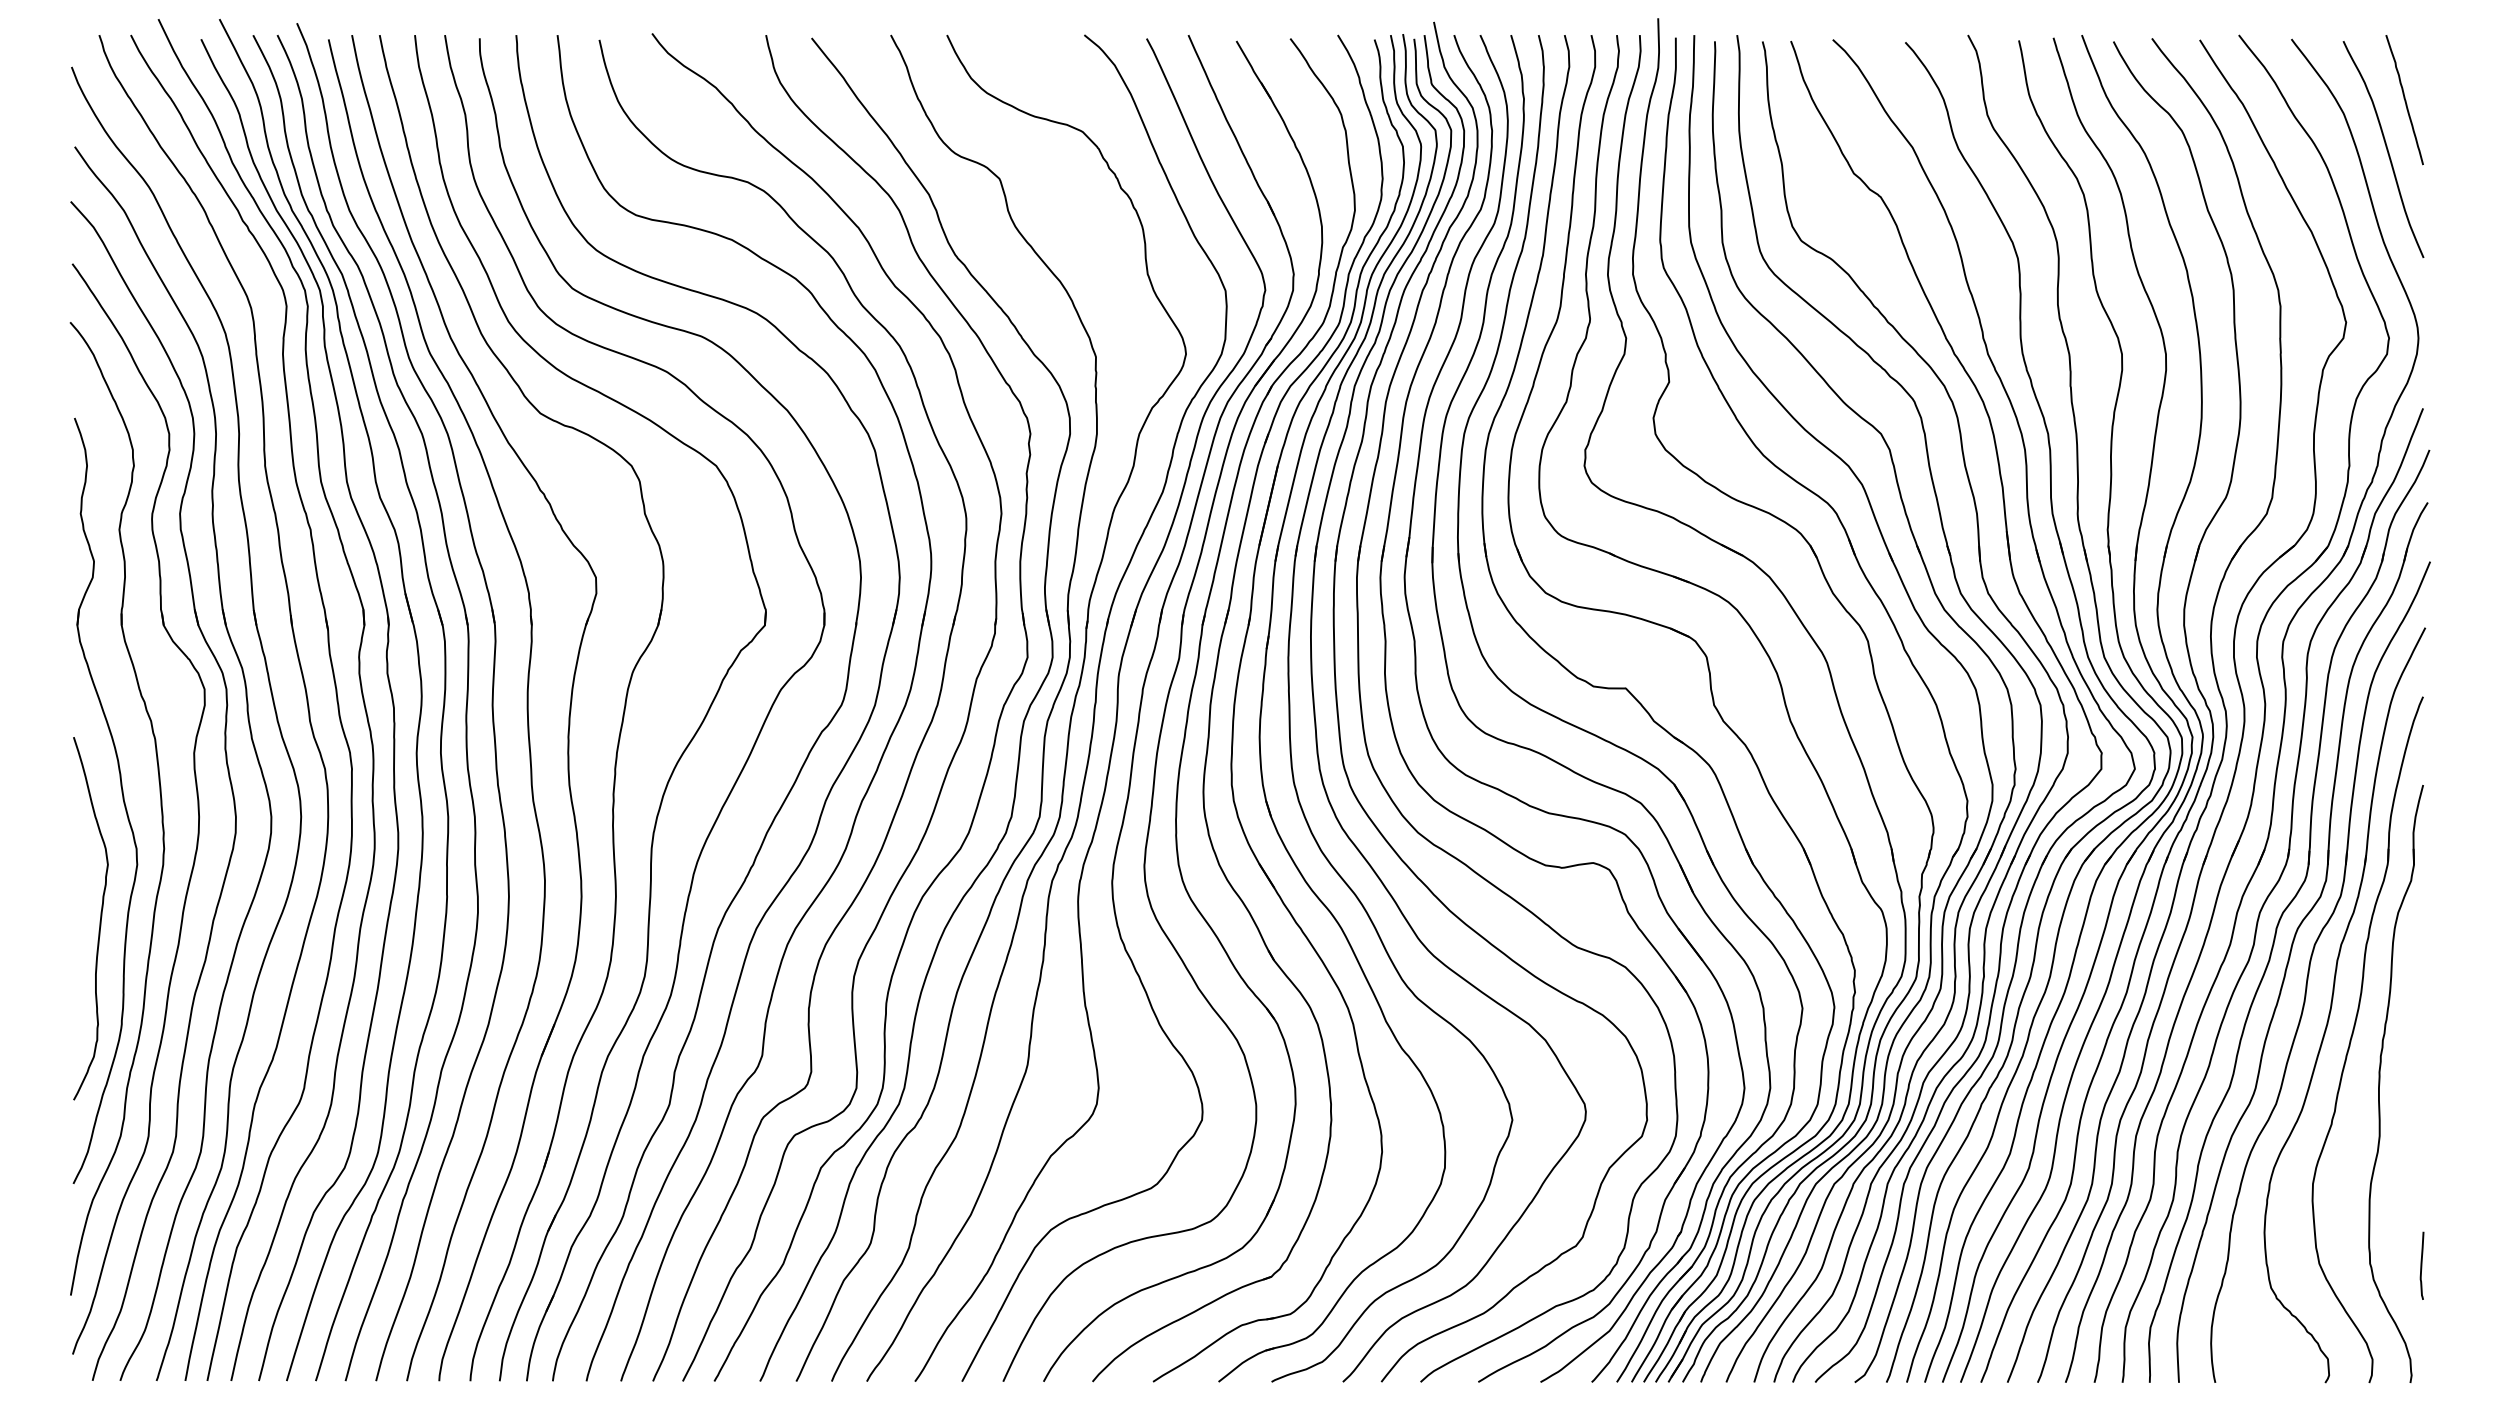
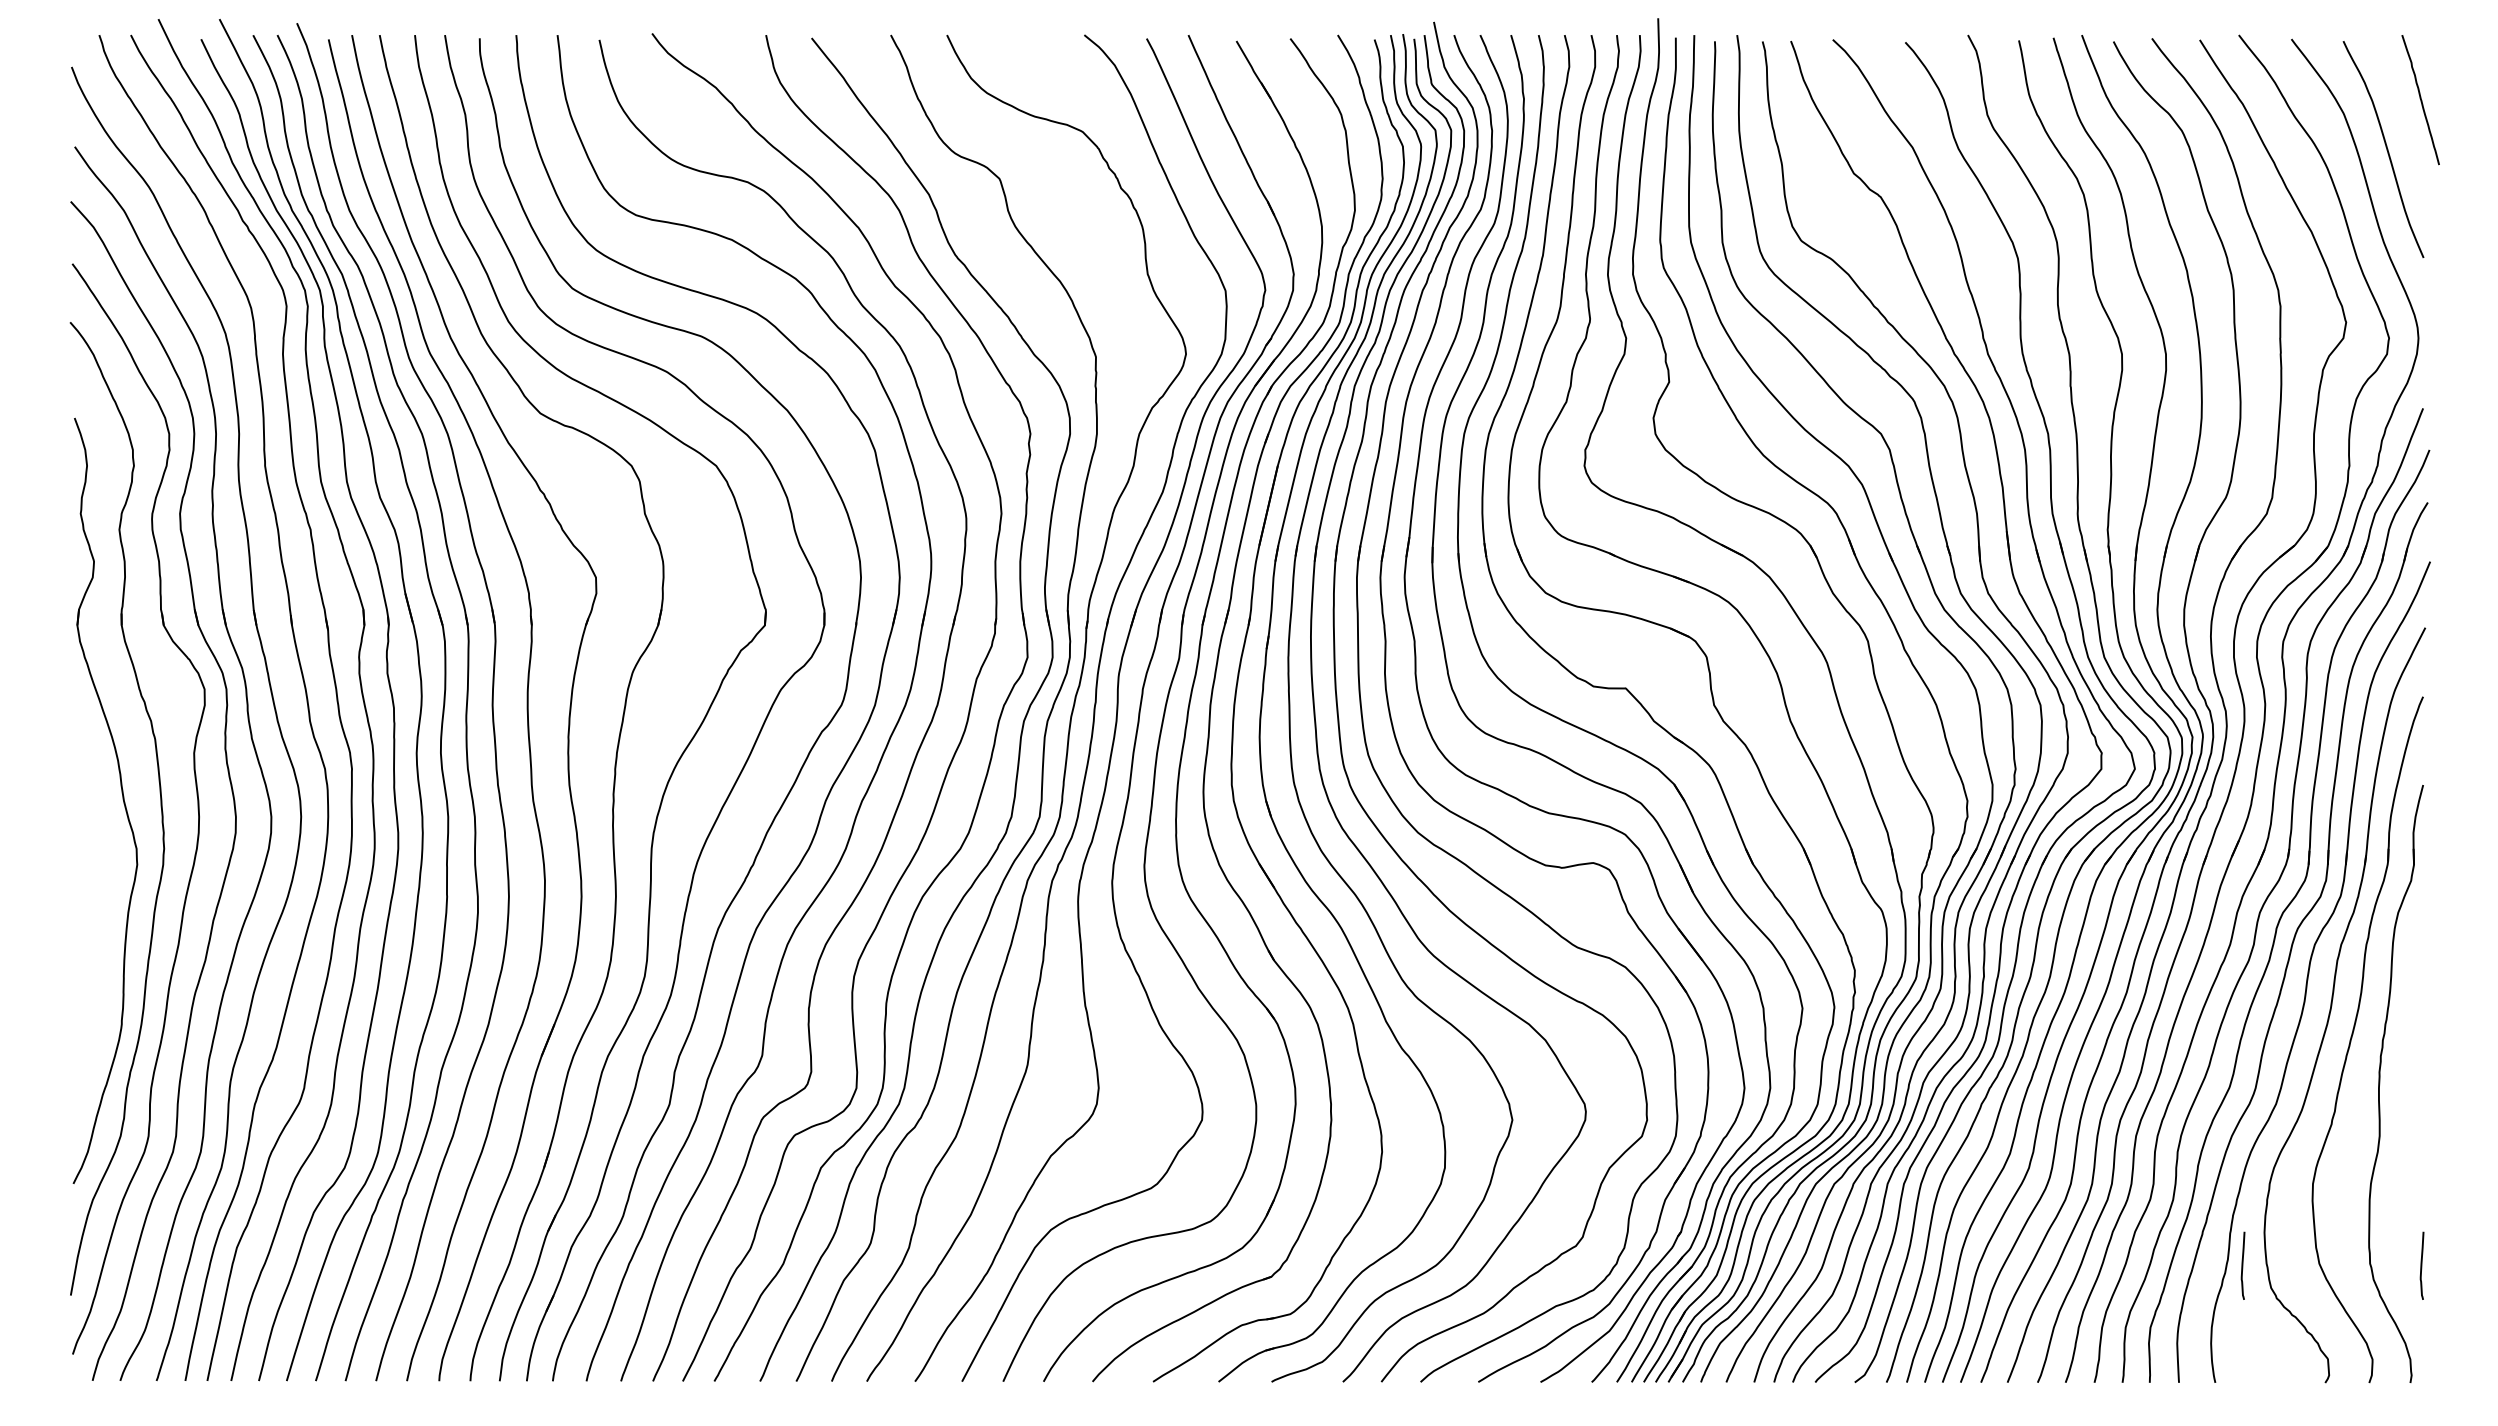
curve at (2404, 100) position: (2404, 100) -> (2420, 100)
curve at (99, 921): present -> none
curve at (2242, 1265): none -> present
